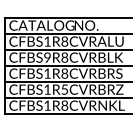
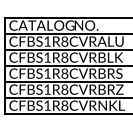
text at (47, 57): CFBS9R8CVRBLK -> CFBS1R8CVRBLK
text at (64, 89): CFBS1R5CVRBRZ -> CFBS1R8CVRBRZ
